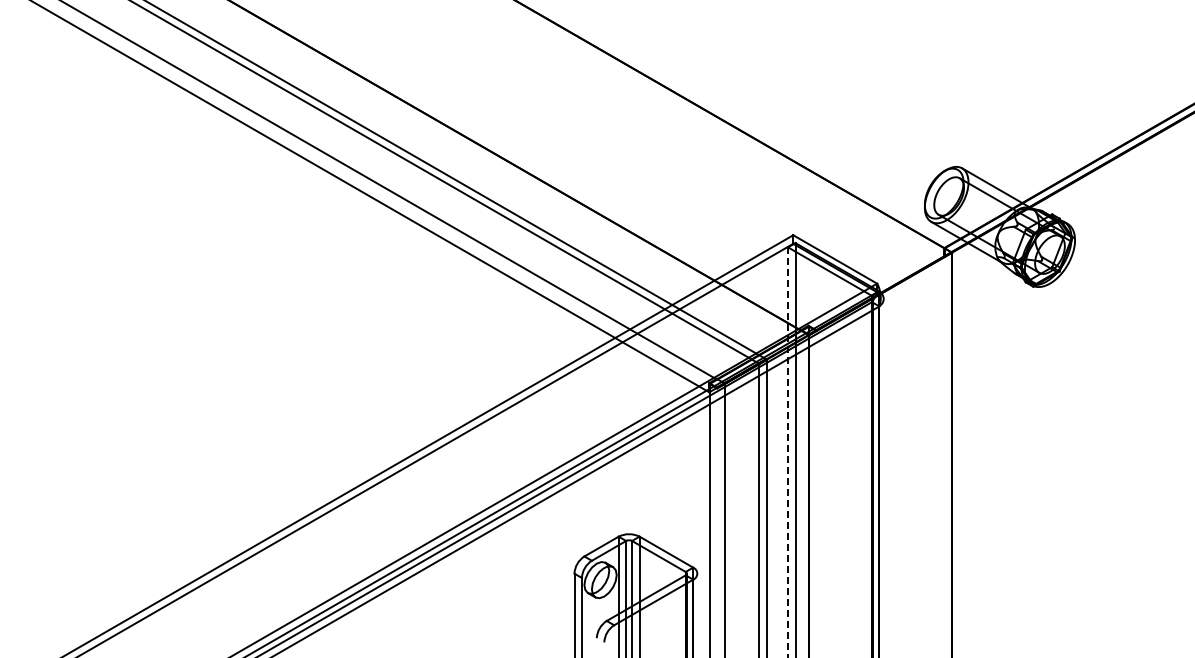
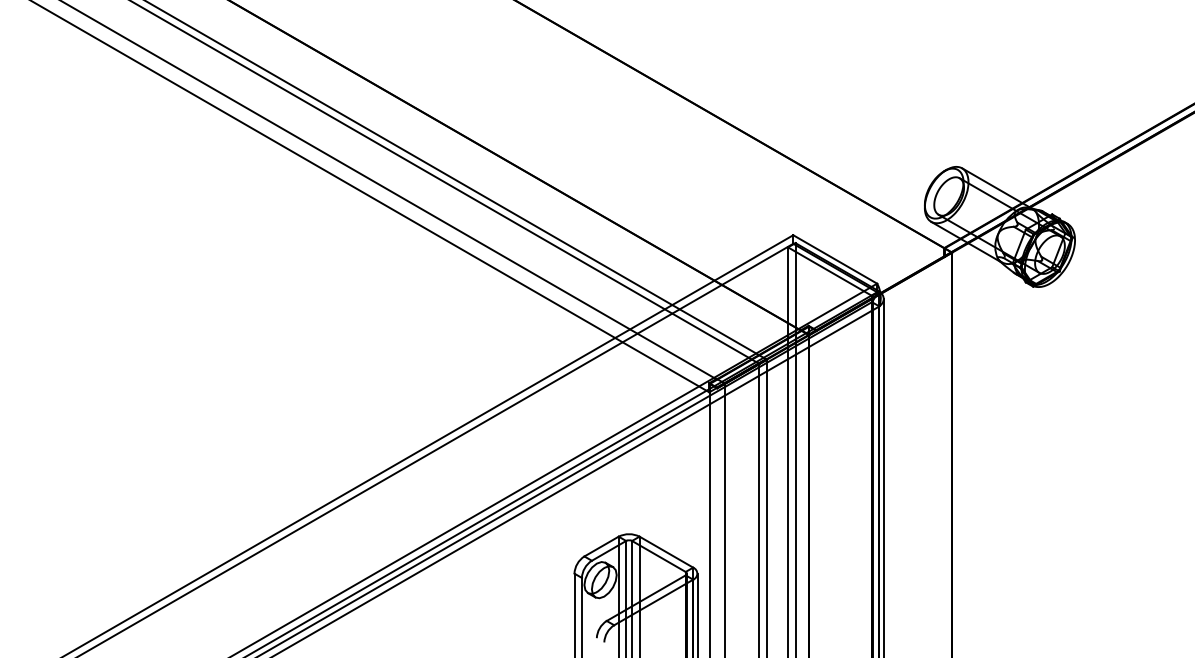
line at (788, 452): dashed -> solid
line at (883, 476): none -> present
line at (697, 613): none -> present
